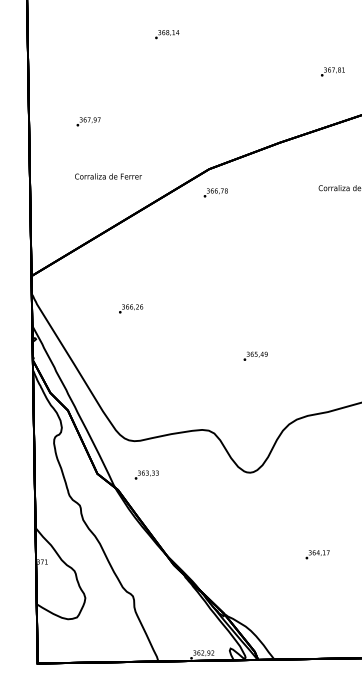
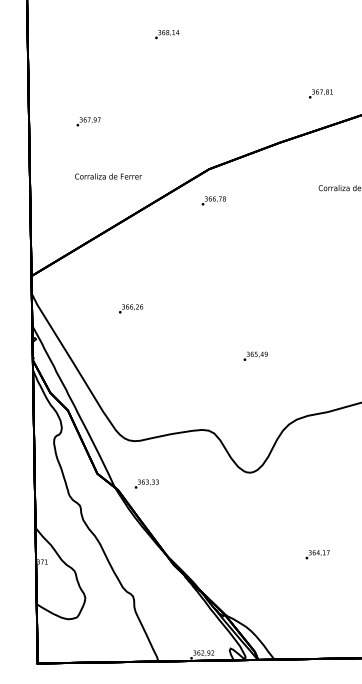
text at (332, 71) position: (332, 71) -> (320, 93)
text at (215, 192) position: (215, 192) -> (213, 200)
text at (146, 474) position: (146, 474) -> (146, 483)
